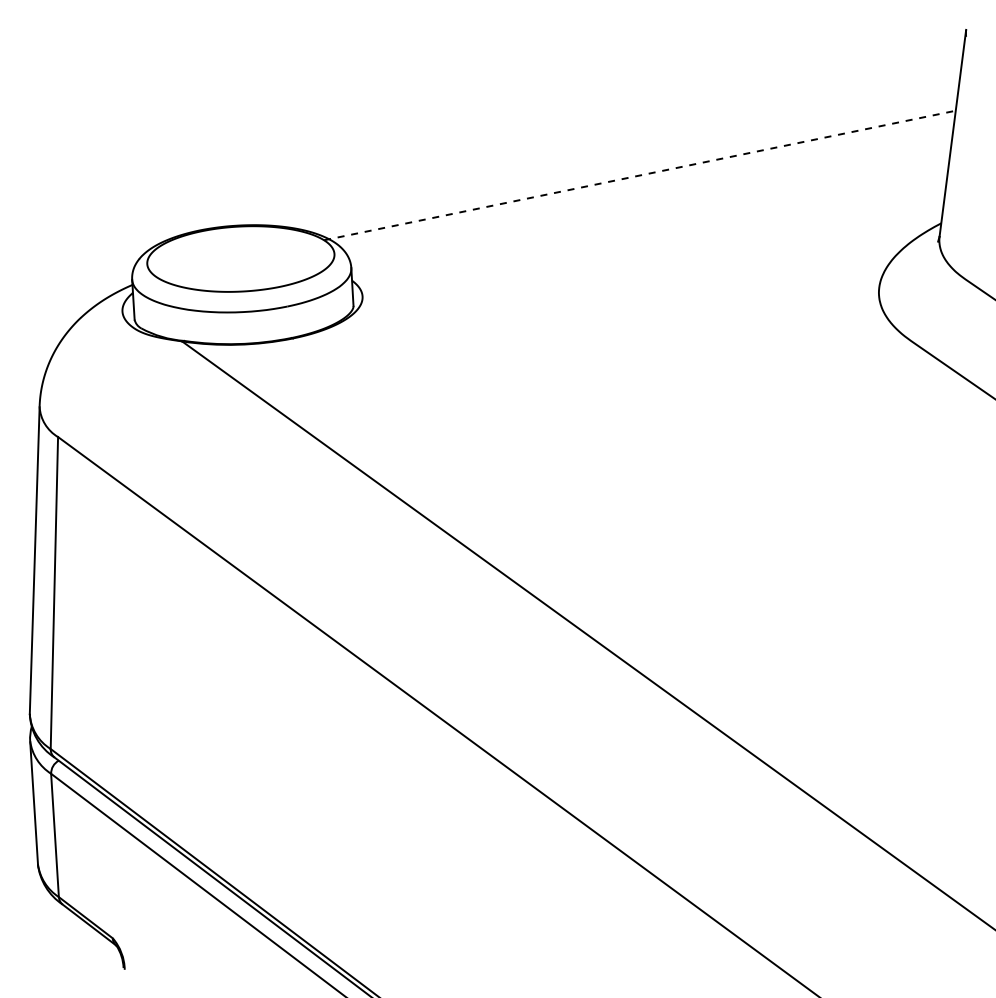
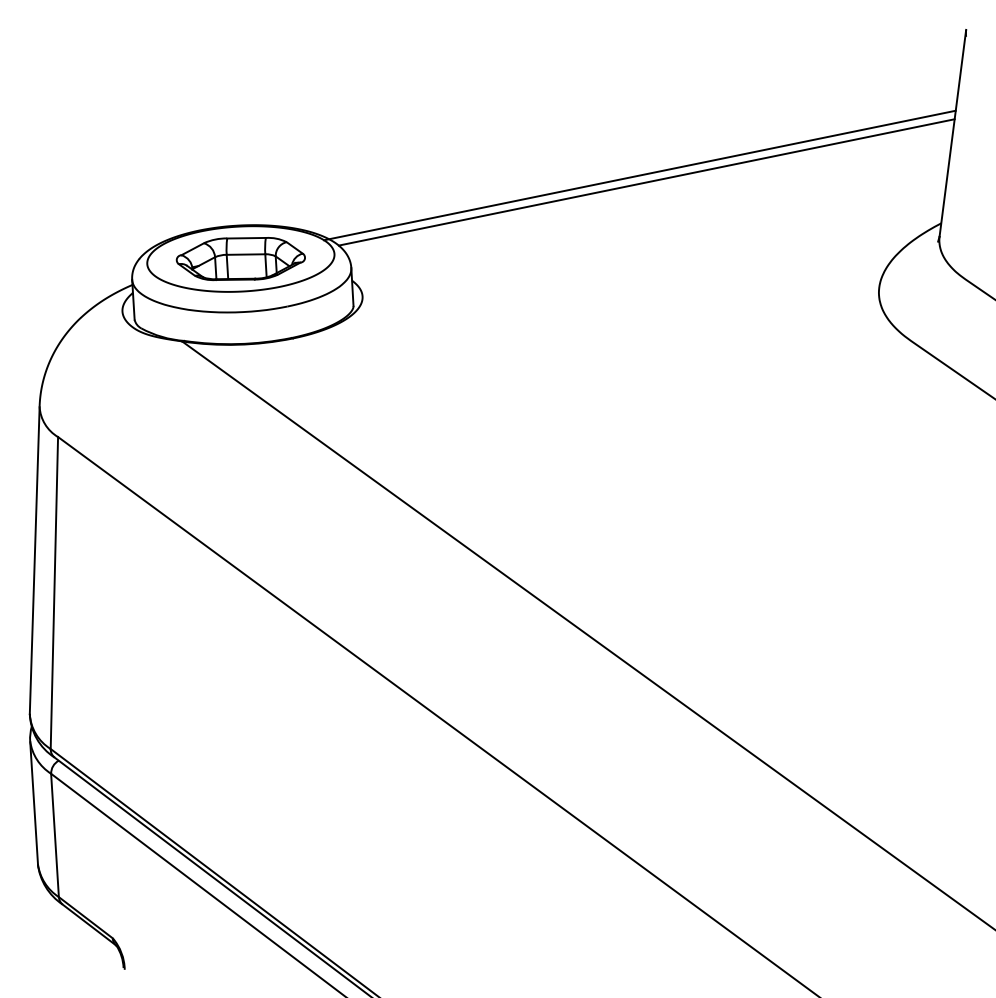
line at (640, 175): dashed -> solid
line at (646, 182): none -> present
part at (240, 259): none -> present
